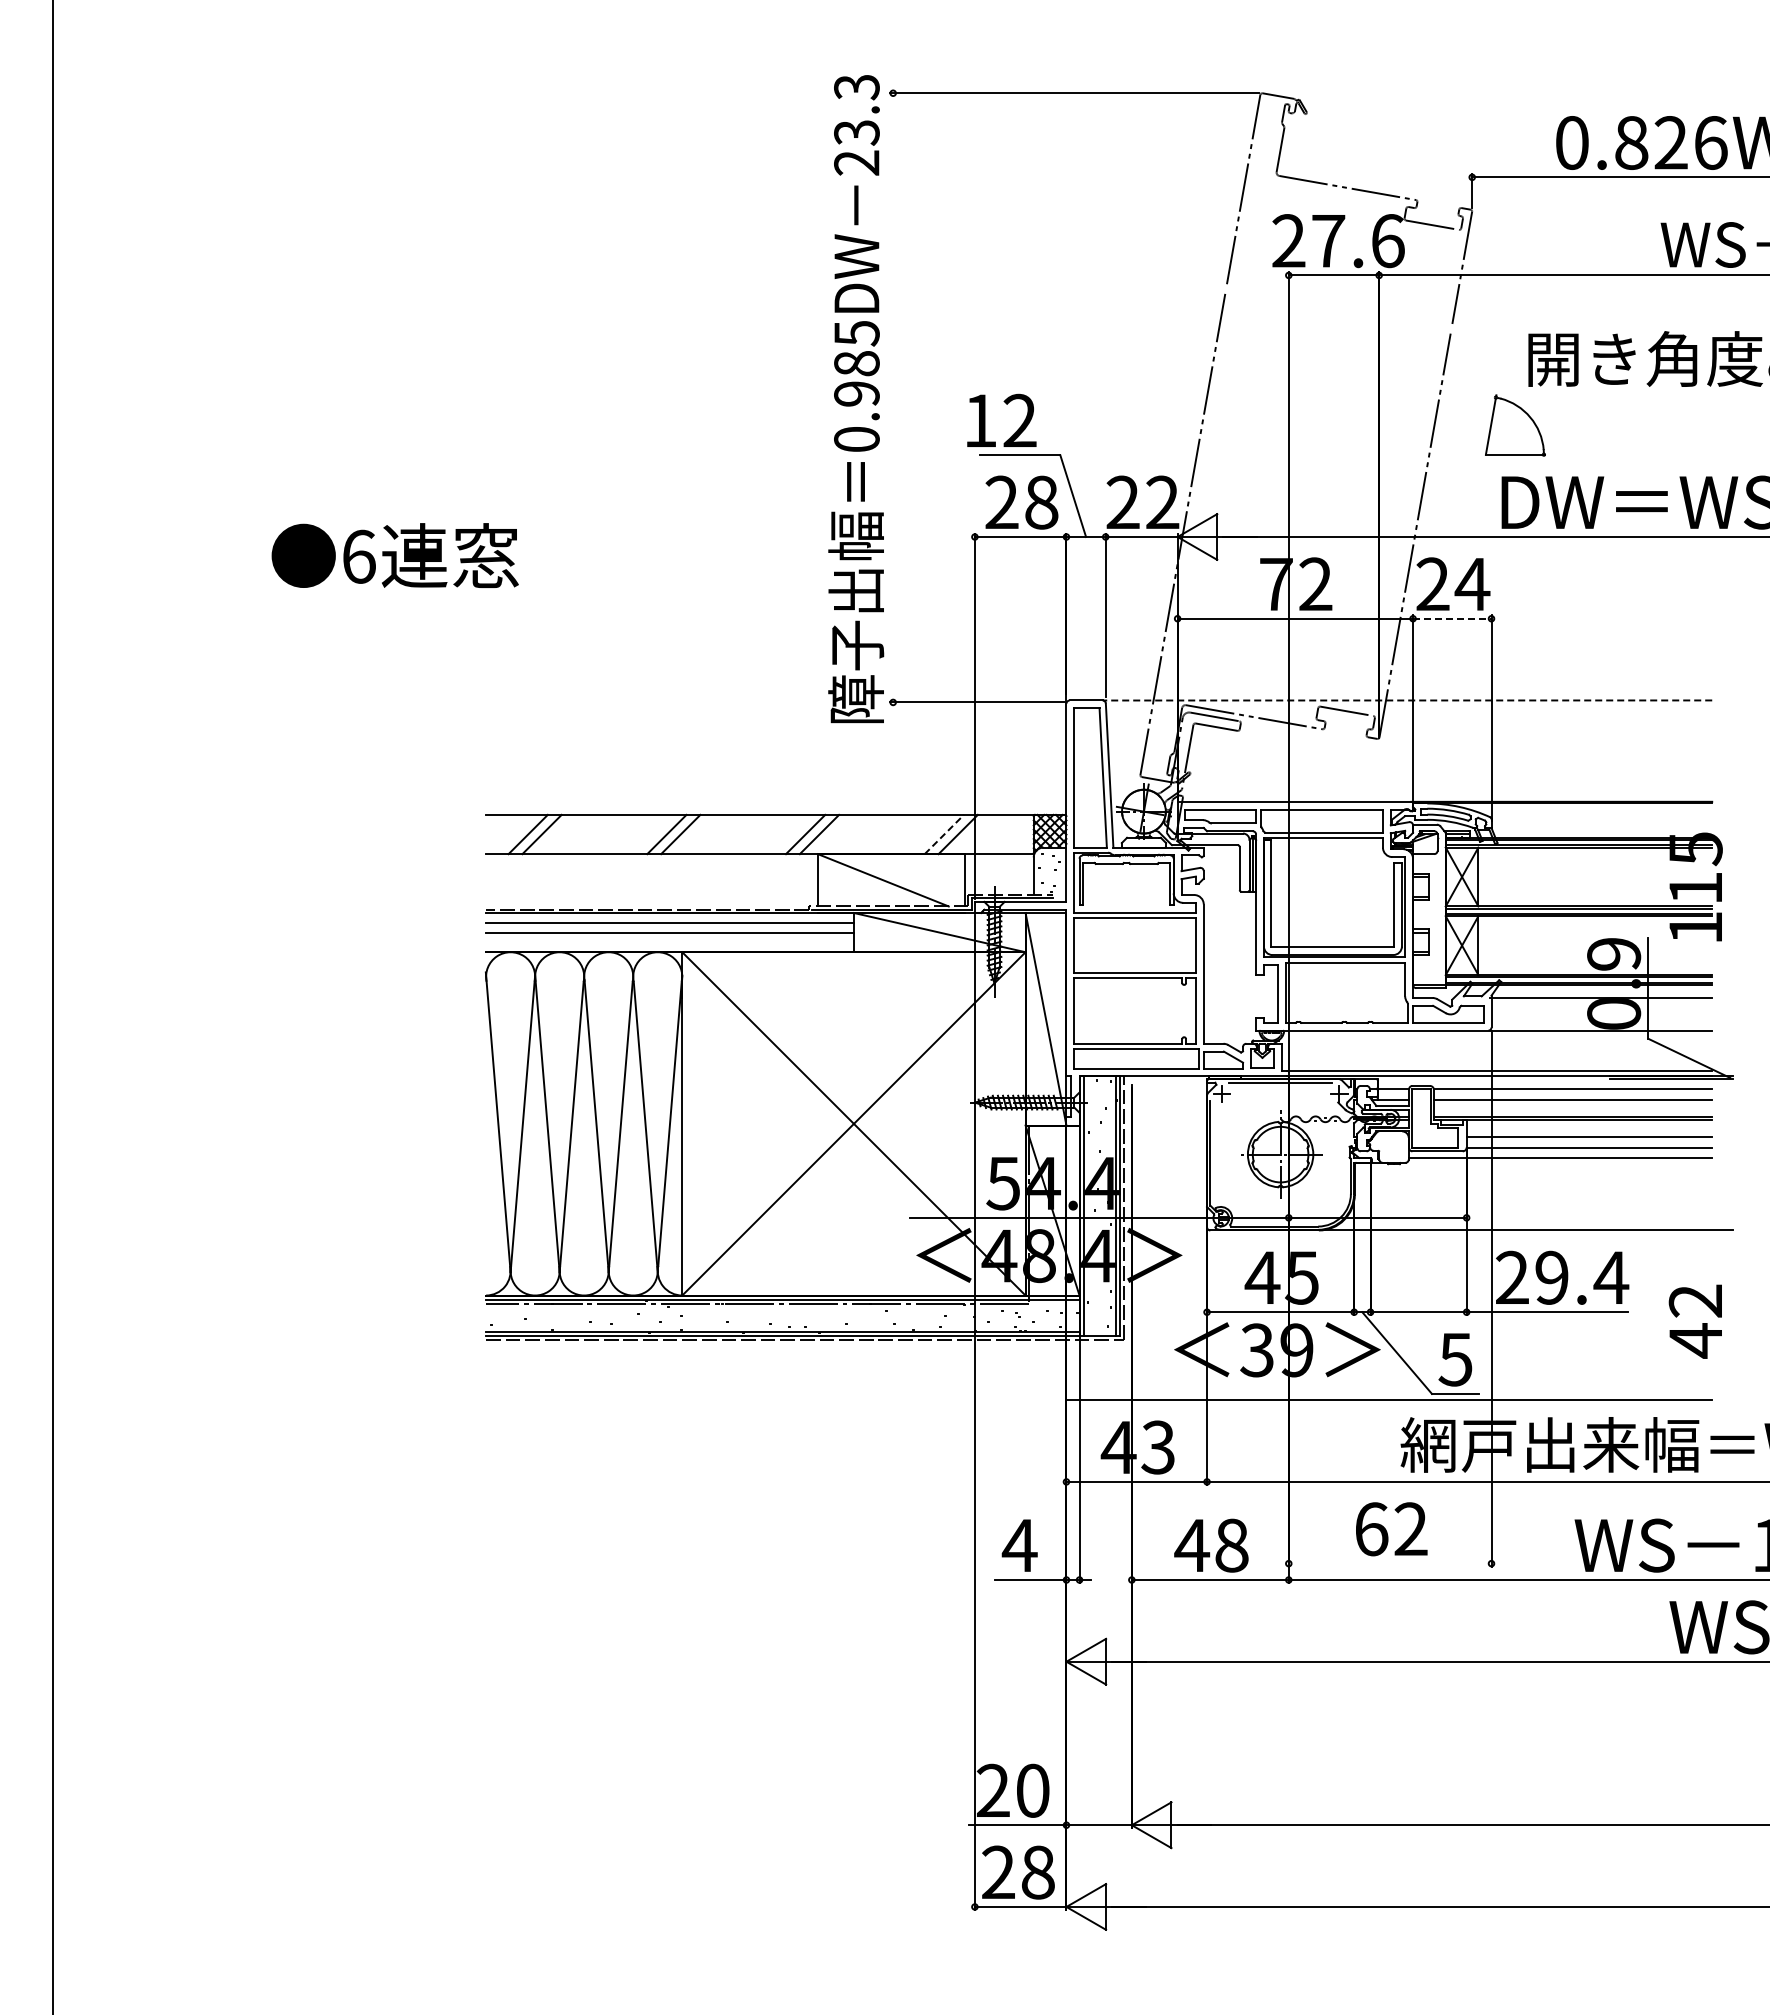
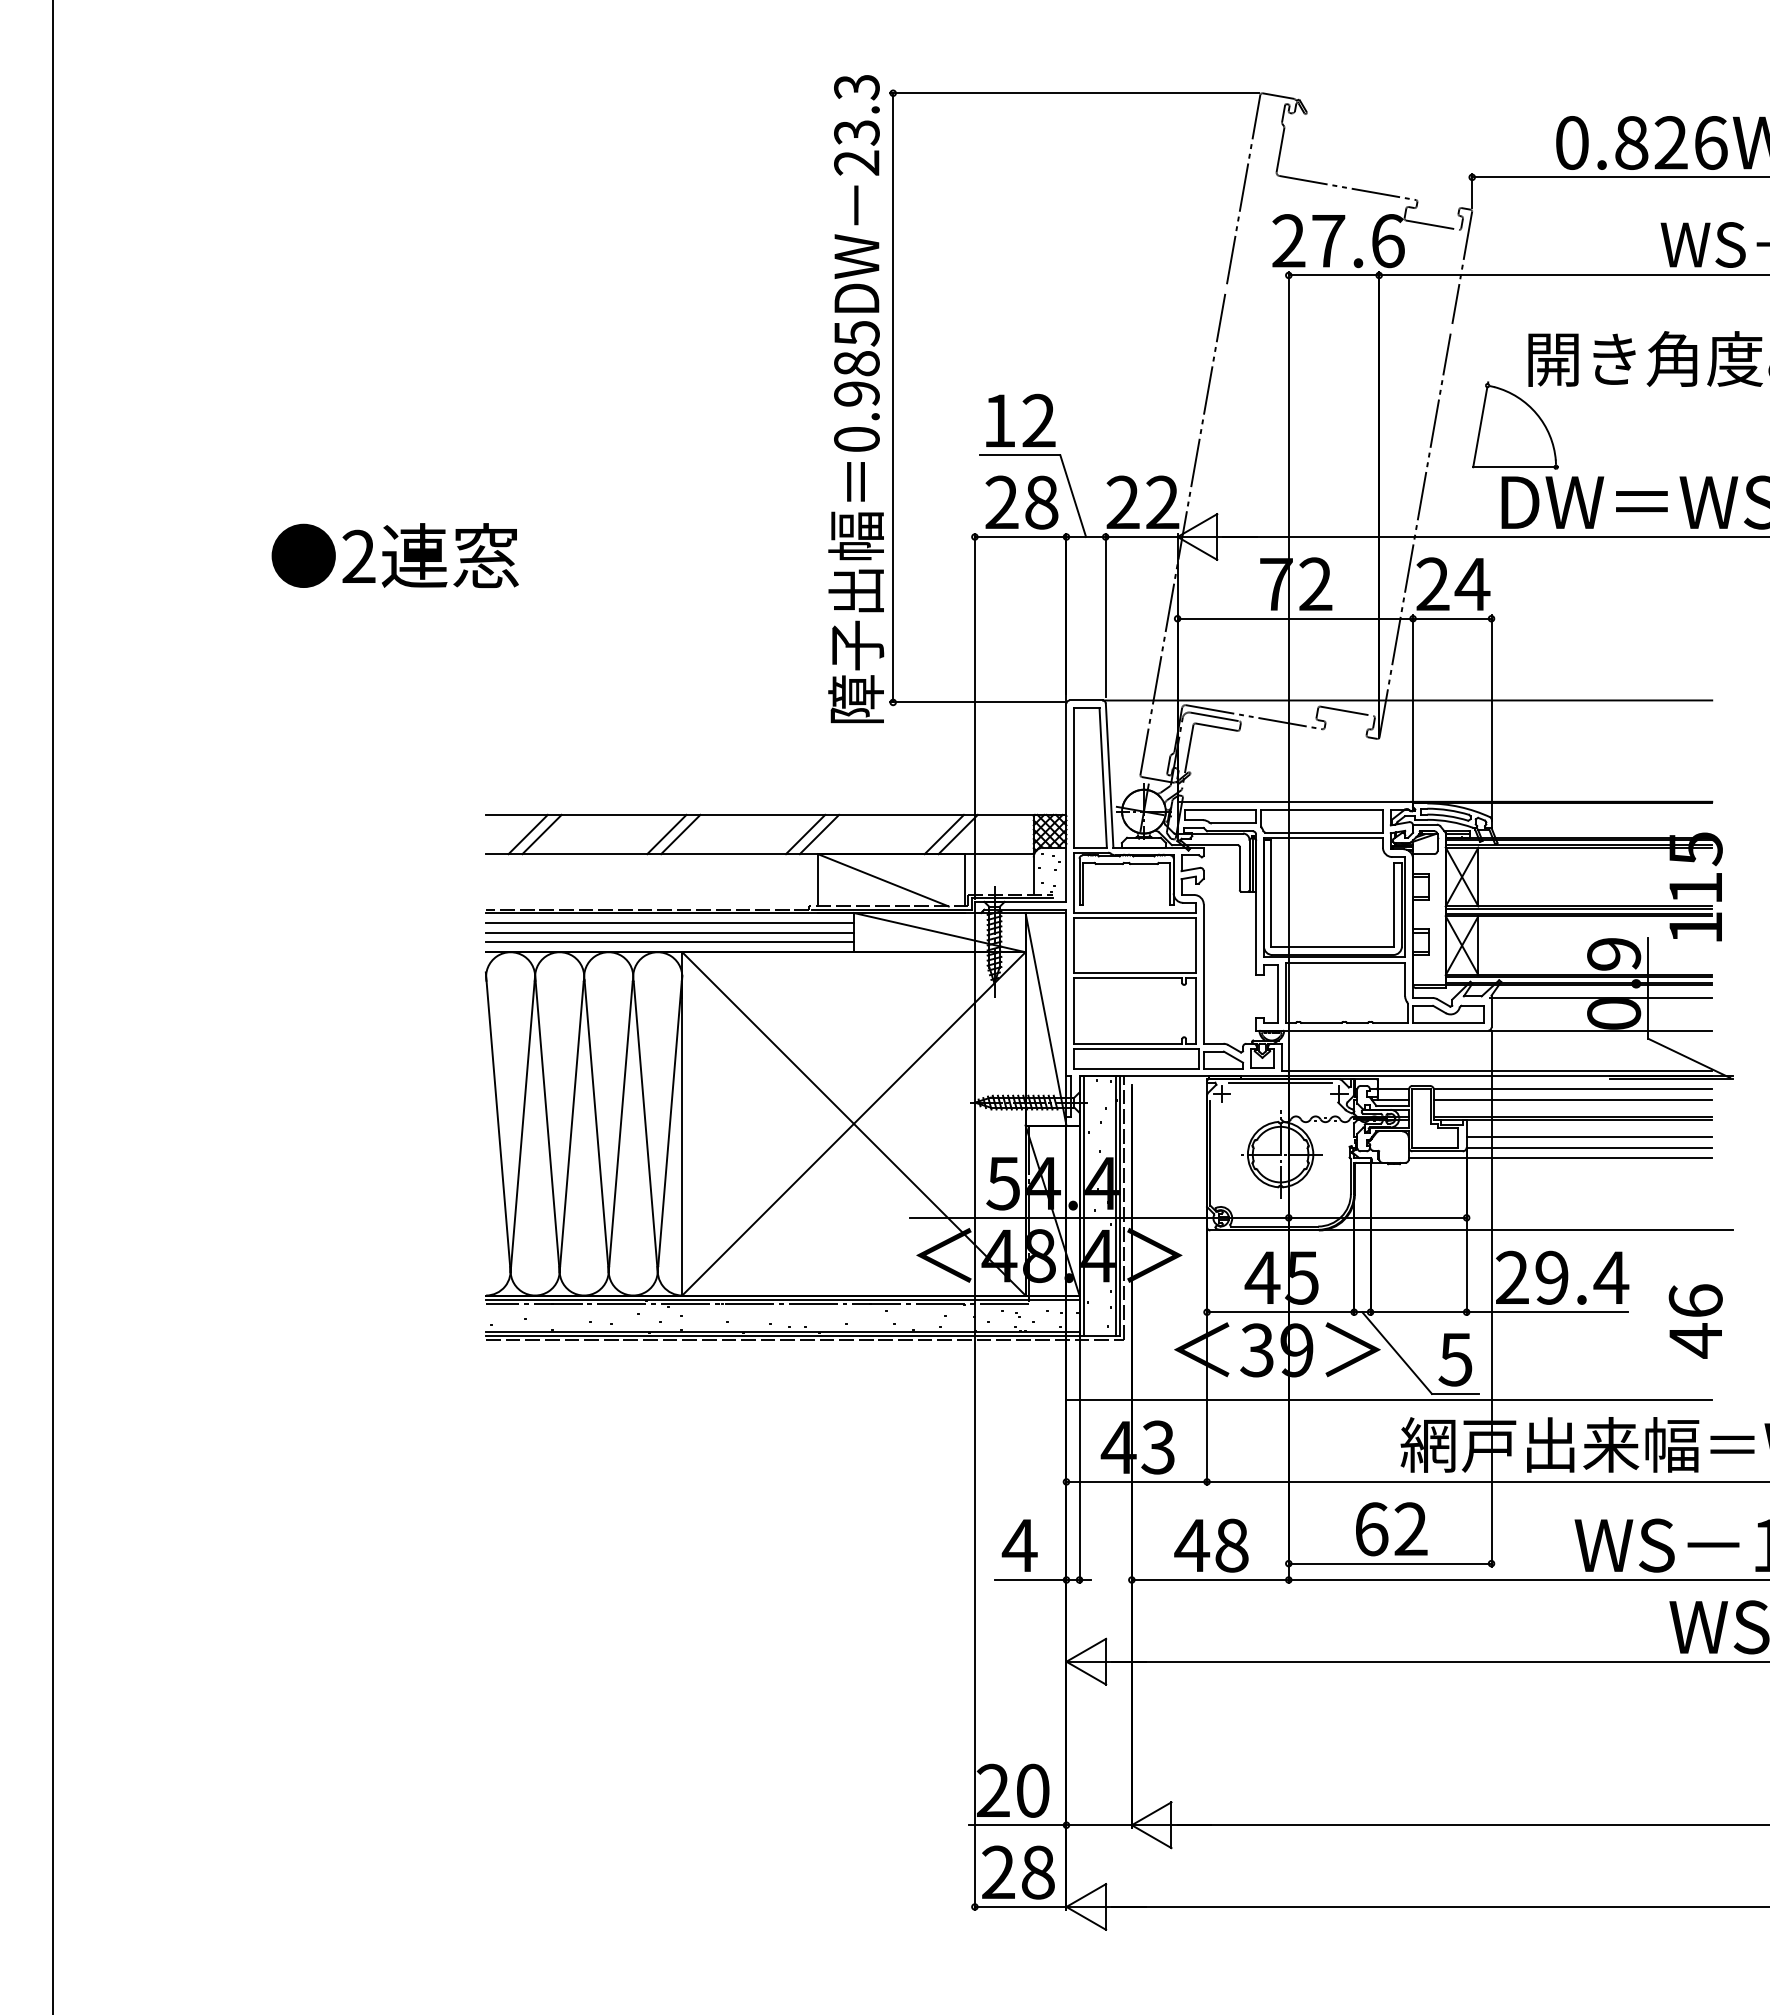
line at (893, 397): none -> present
text at (1001, 419) position: (1001, 419) -> (1020, 419)
part at (1515, 425) size: 61x63 px -> 87x89 px
text at (358, 556): 6 -> 2
line at (1452, 618): dashed -> solid
line at (1407, 700): dashed -> solid
line at (944, 834): dashed -> solid
line at (669, 942): none -> present
text at (1695, 1300): 42 -> 46
line at (1389, 1563): none -> present
